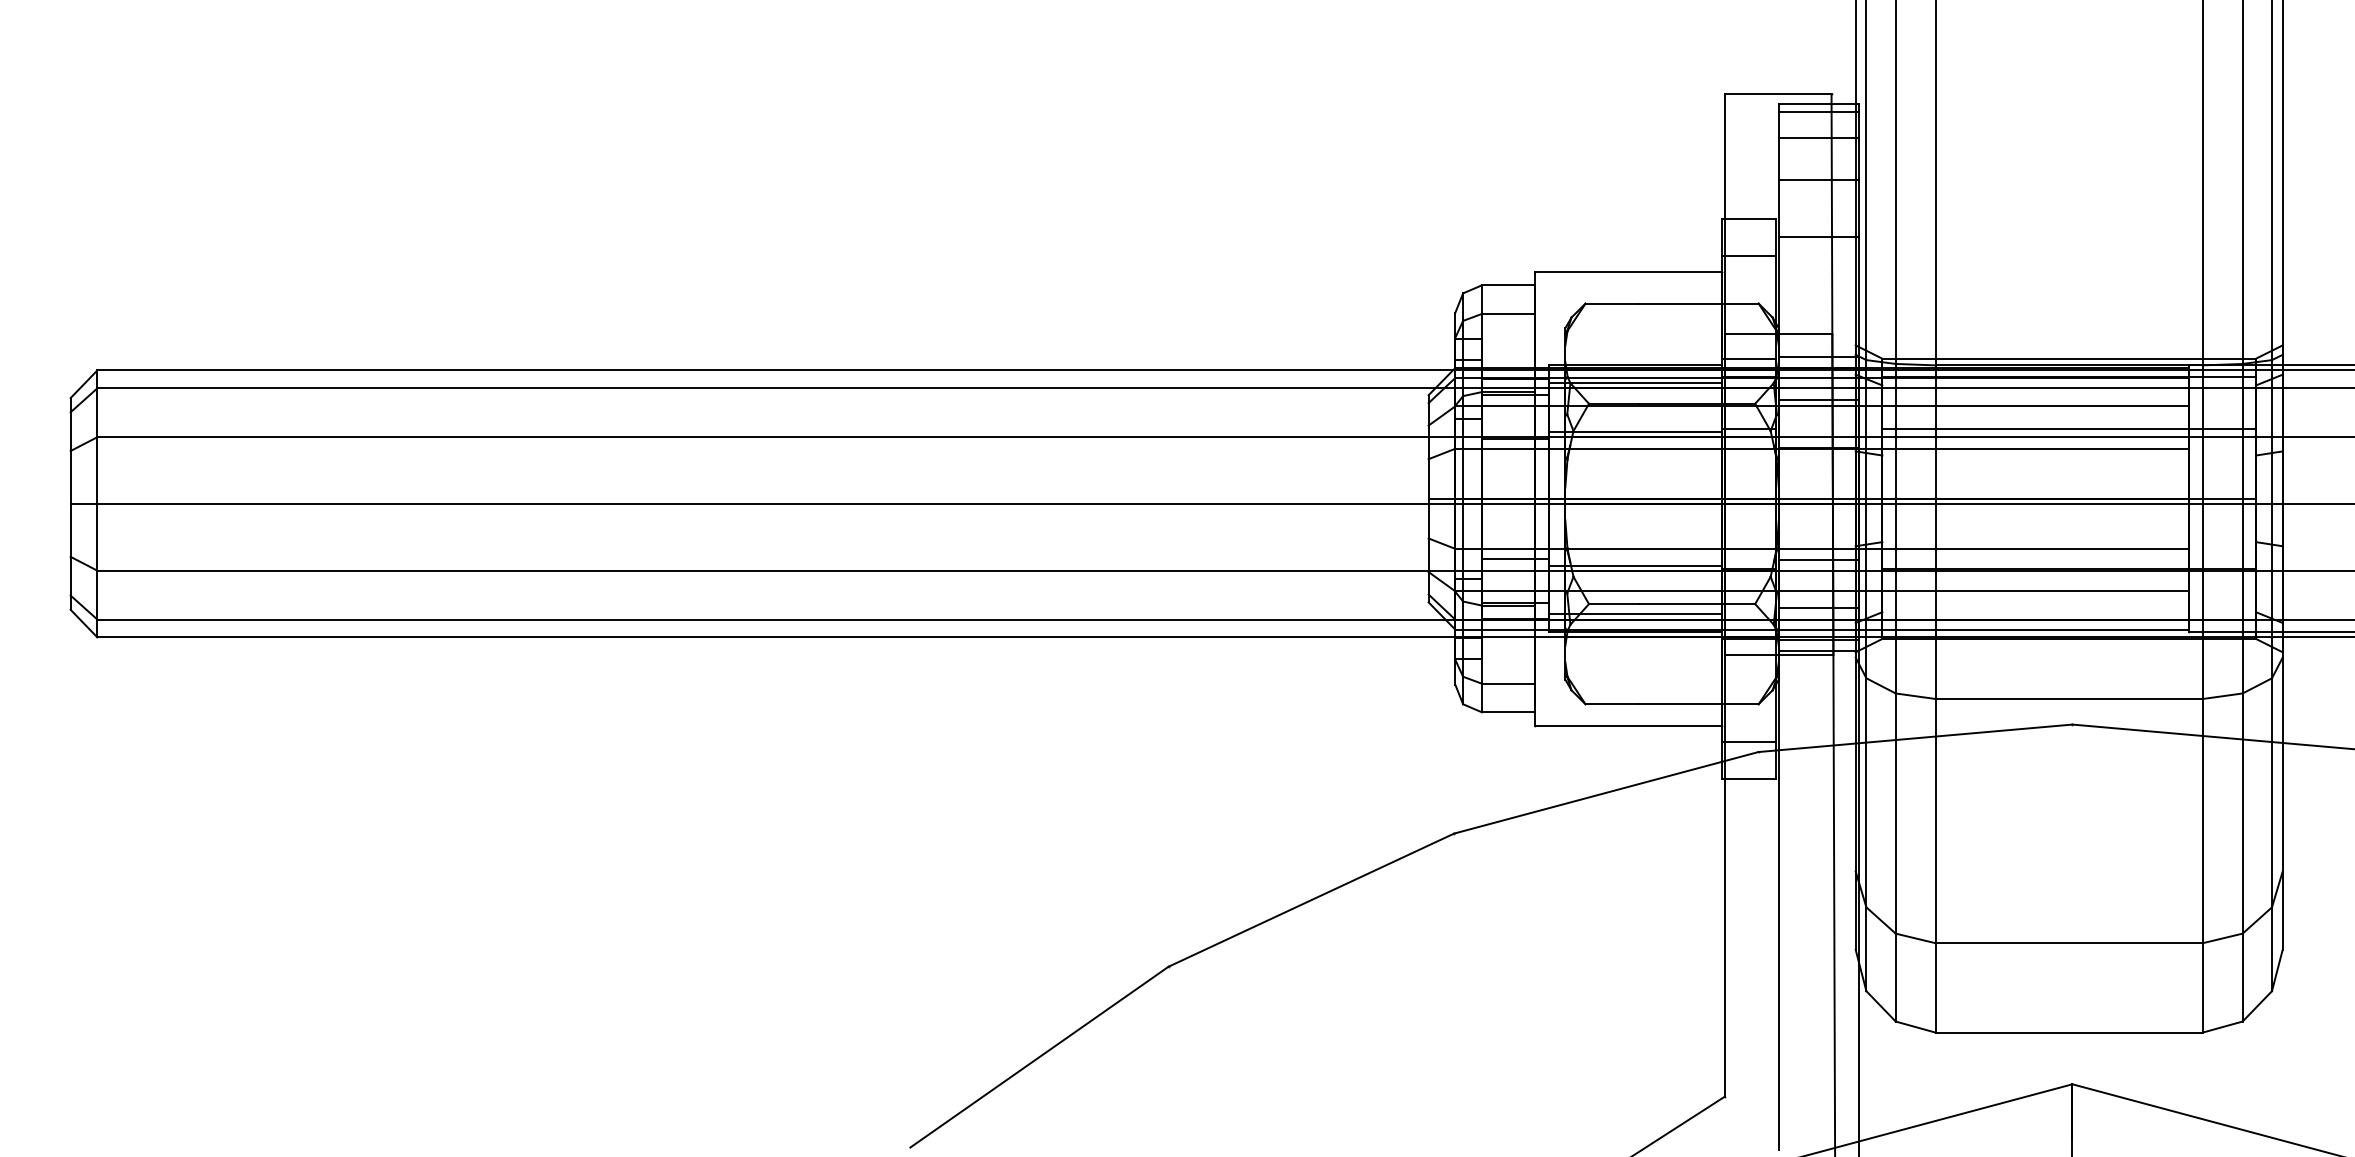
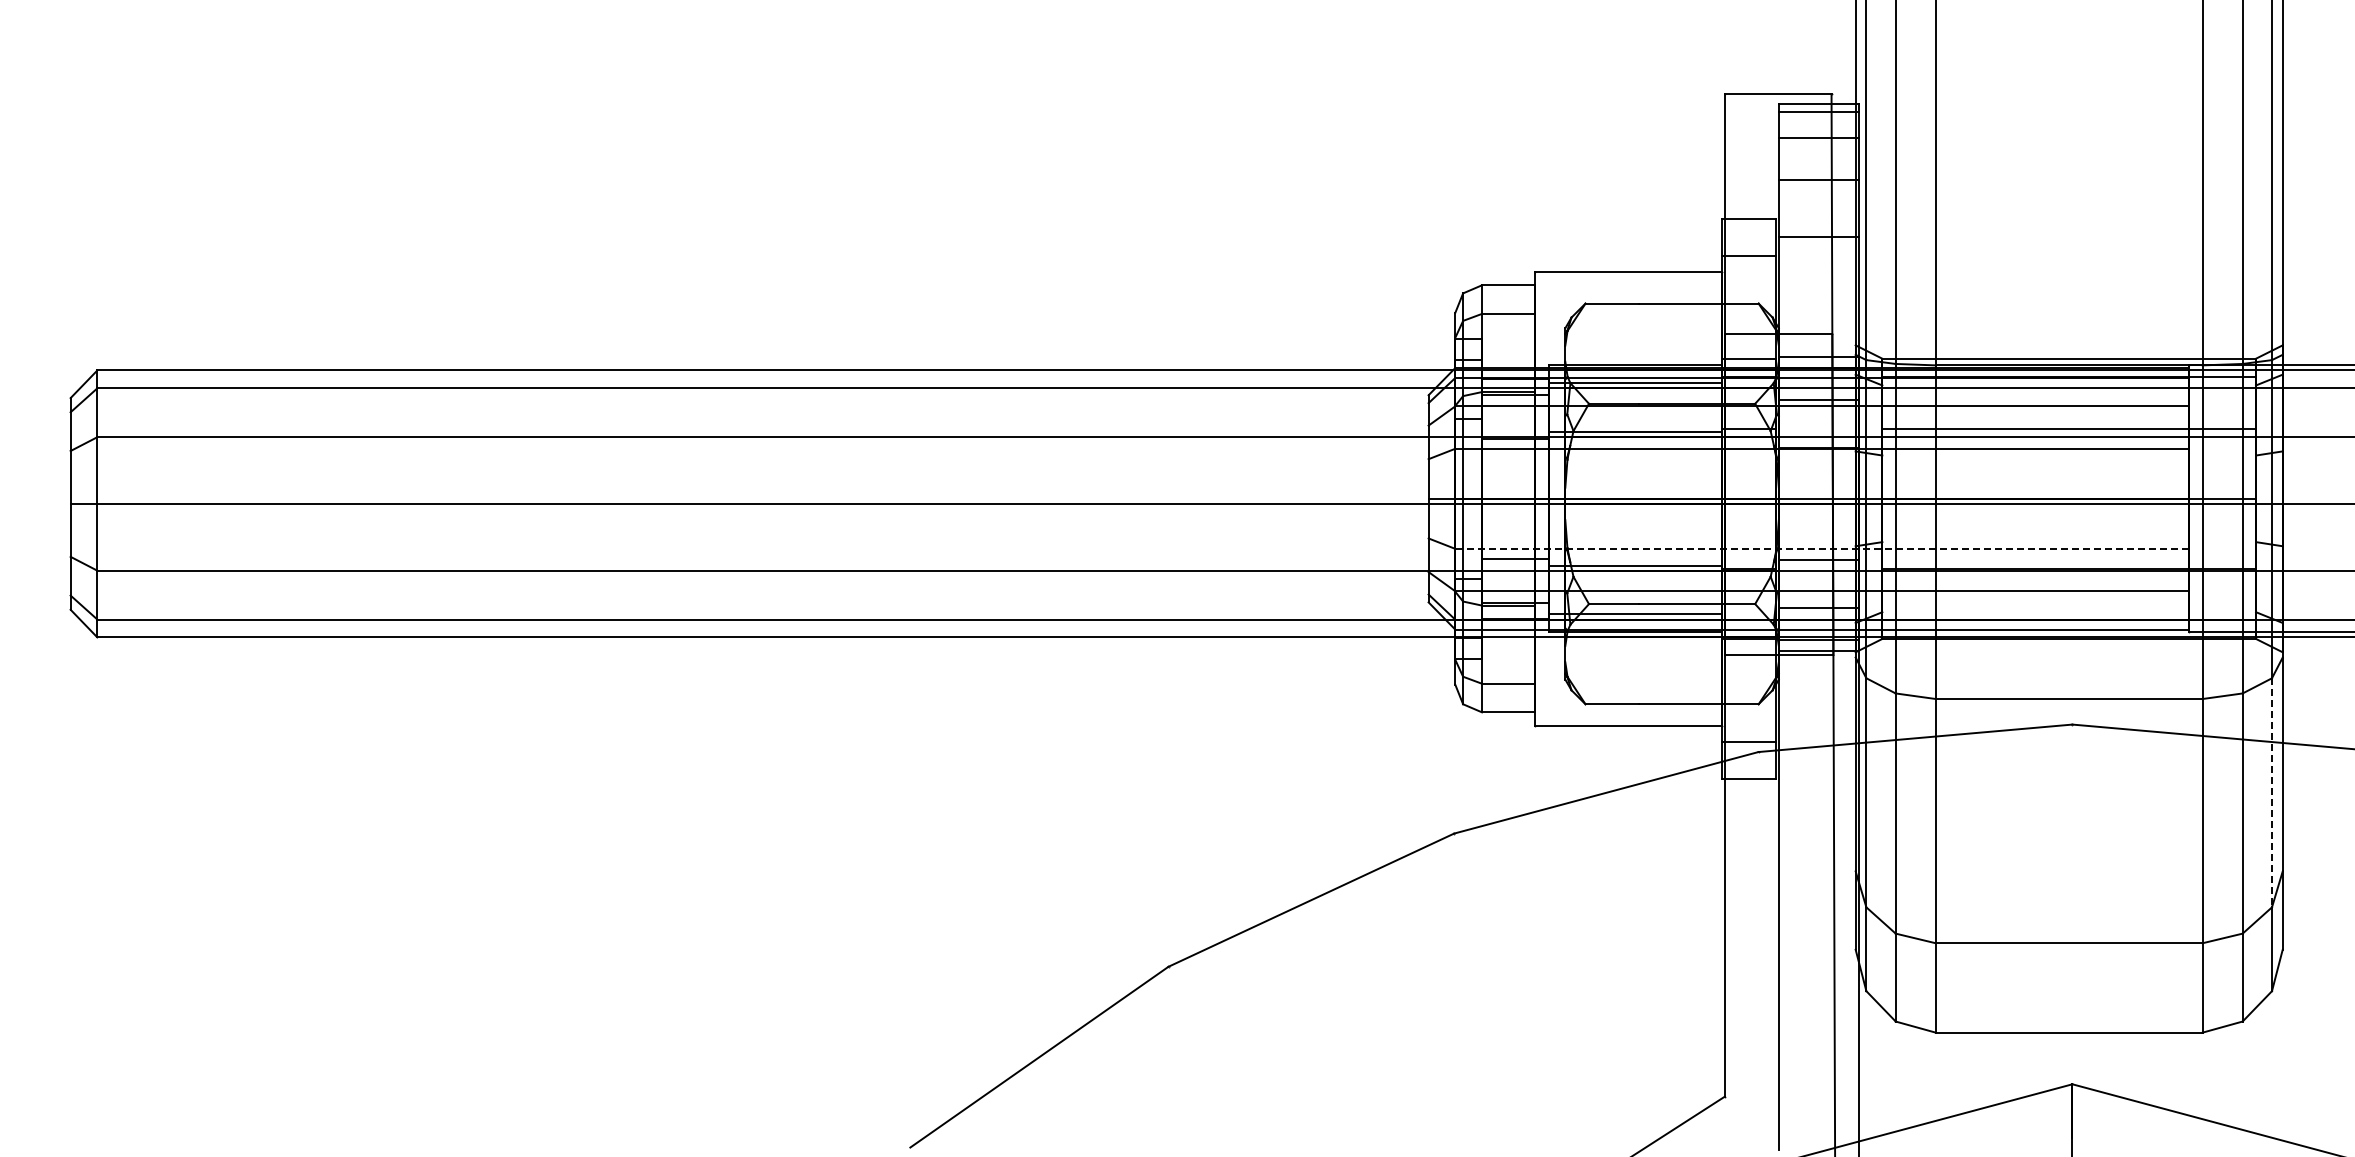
line at (1822, 548): solid -> dashed
line at (2271, 792): solid -> dashed
